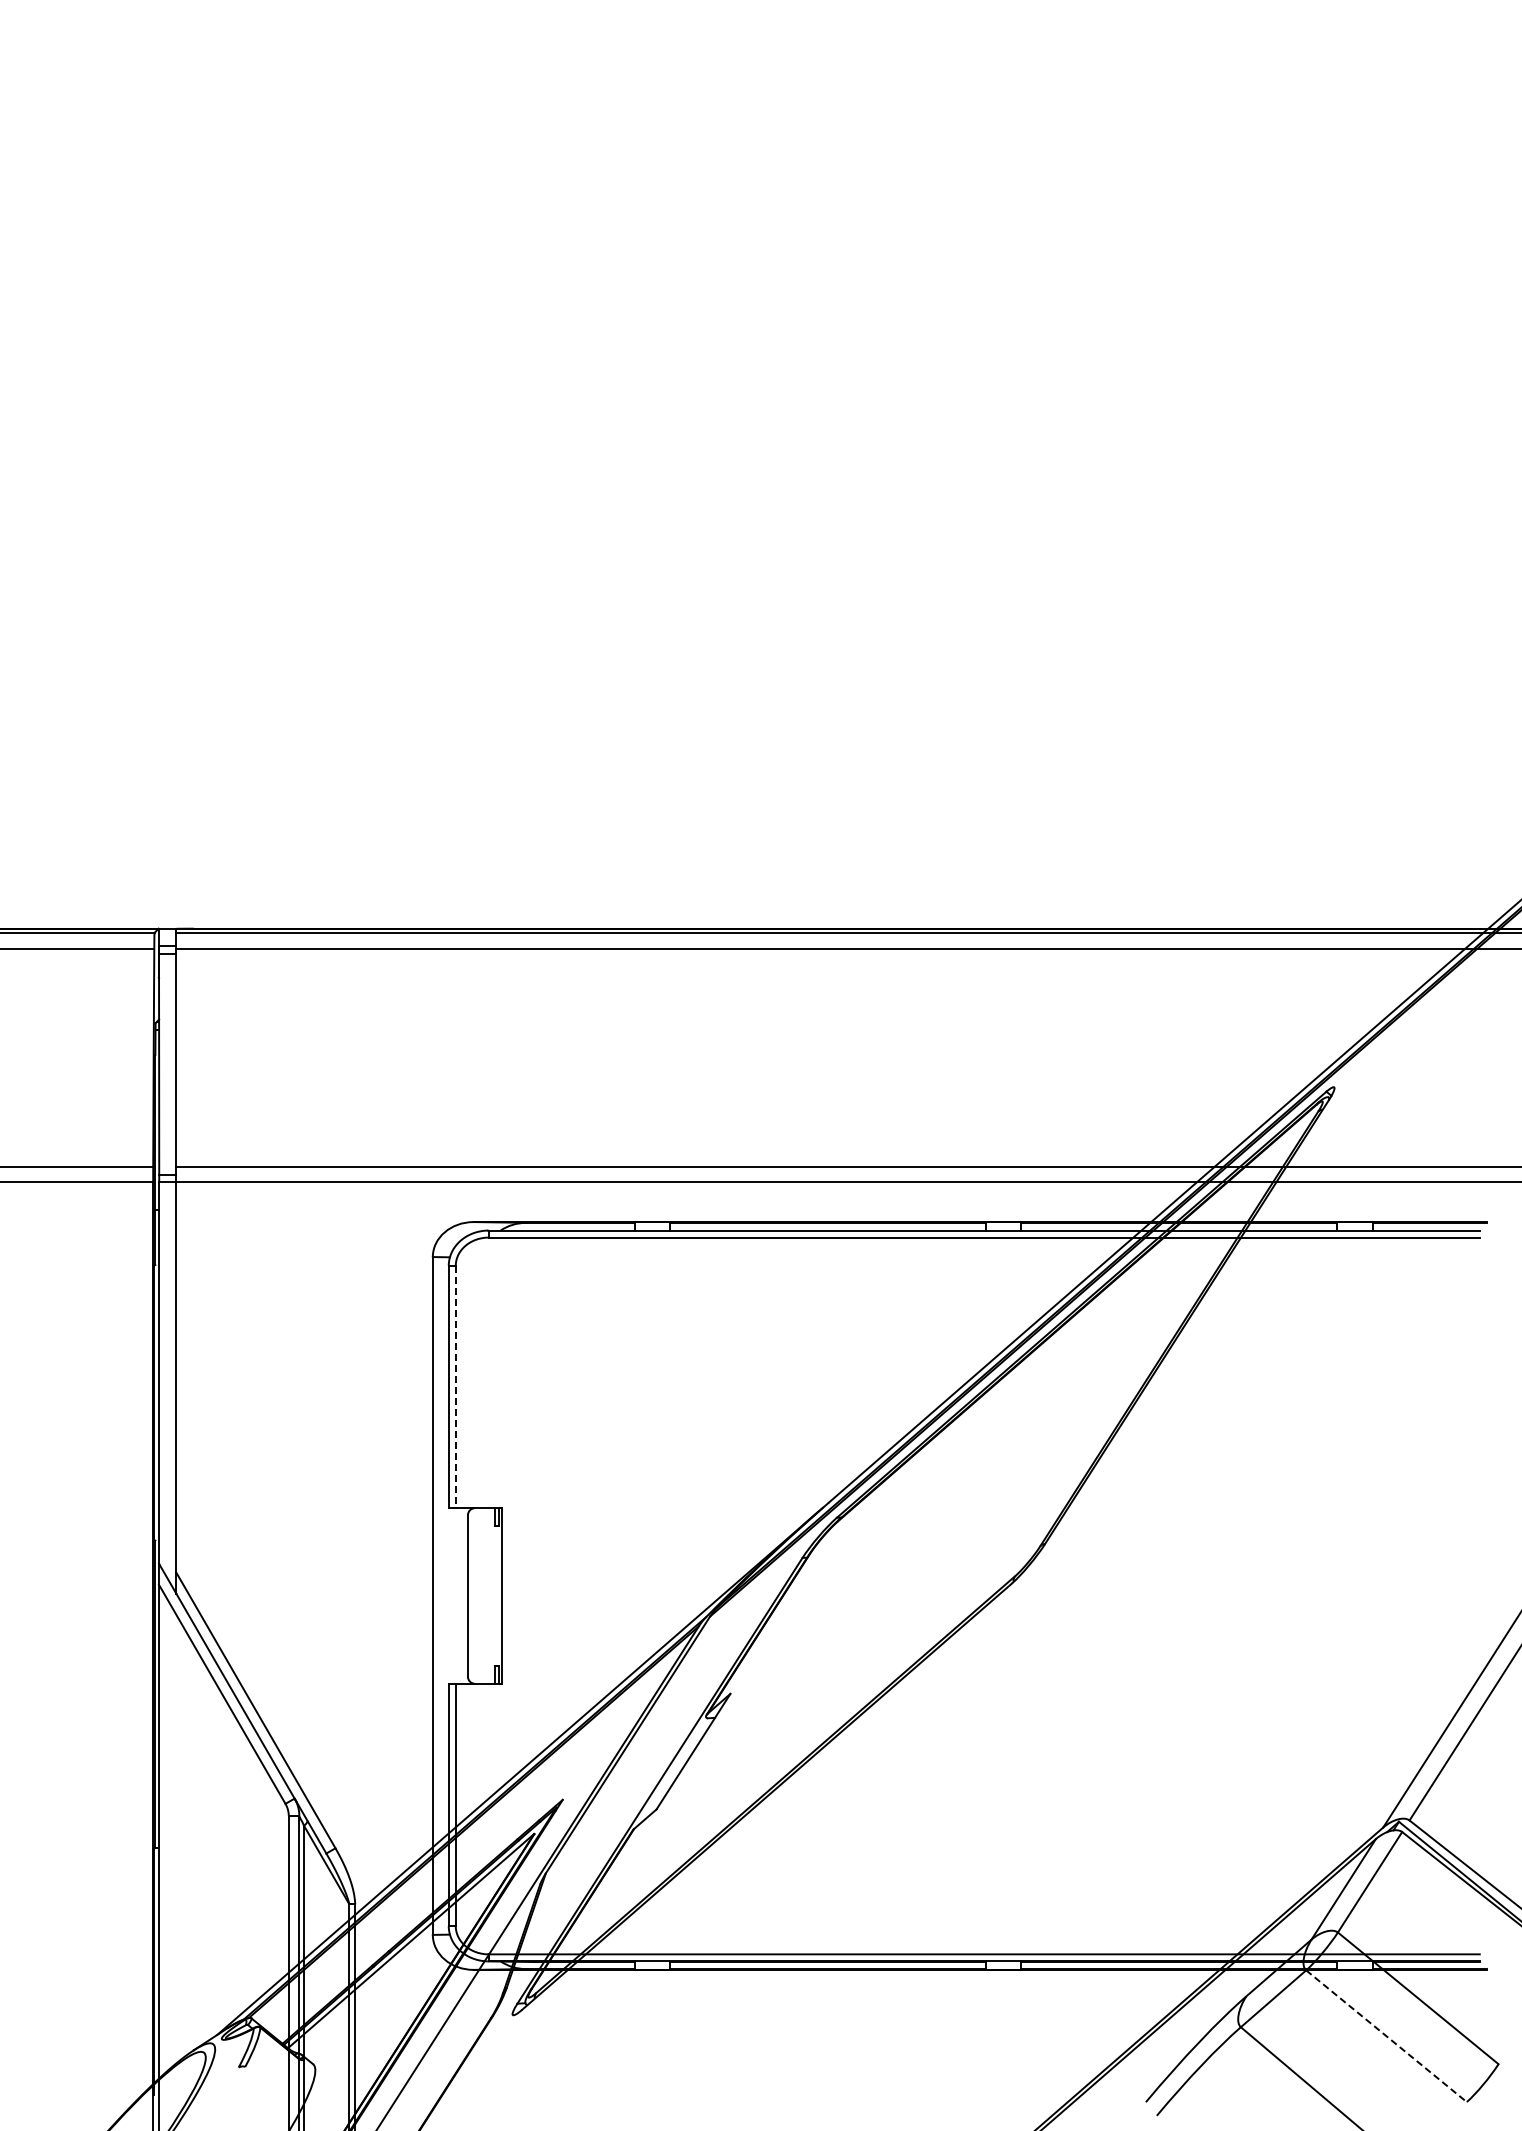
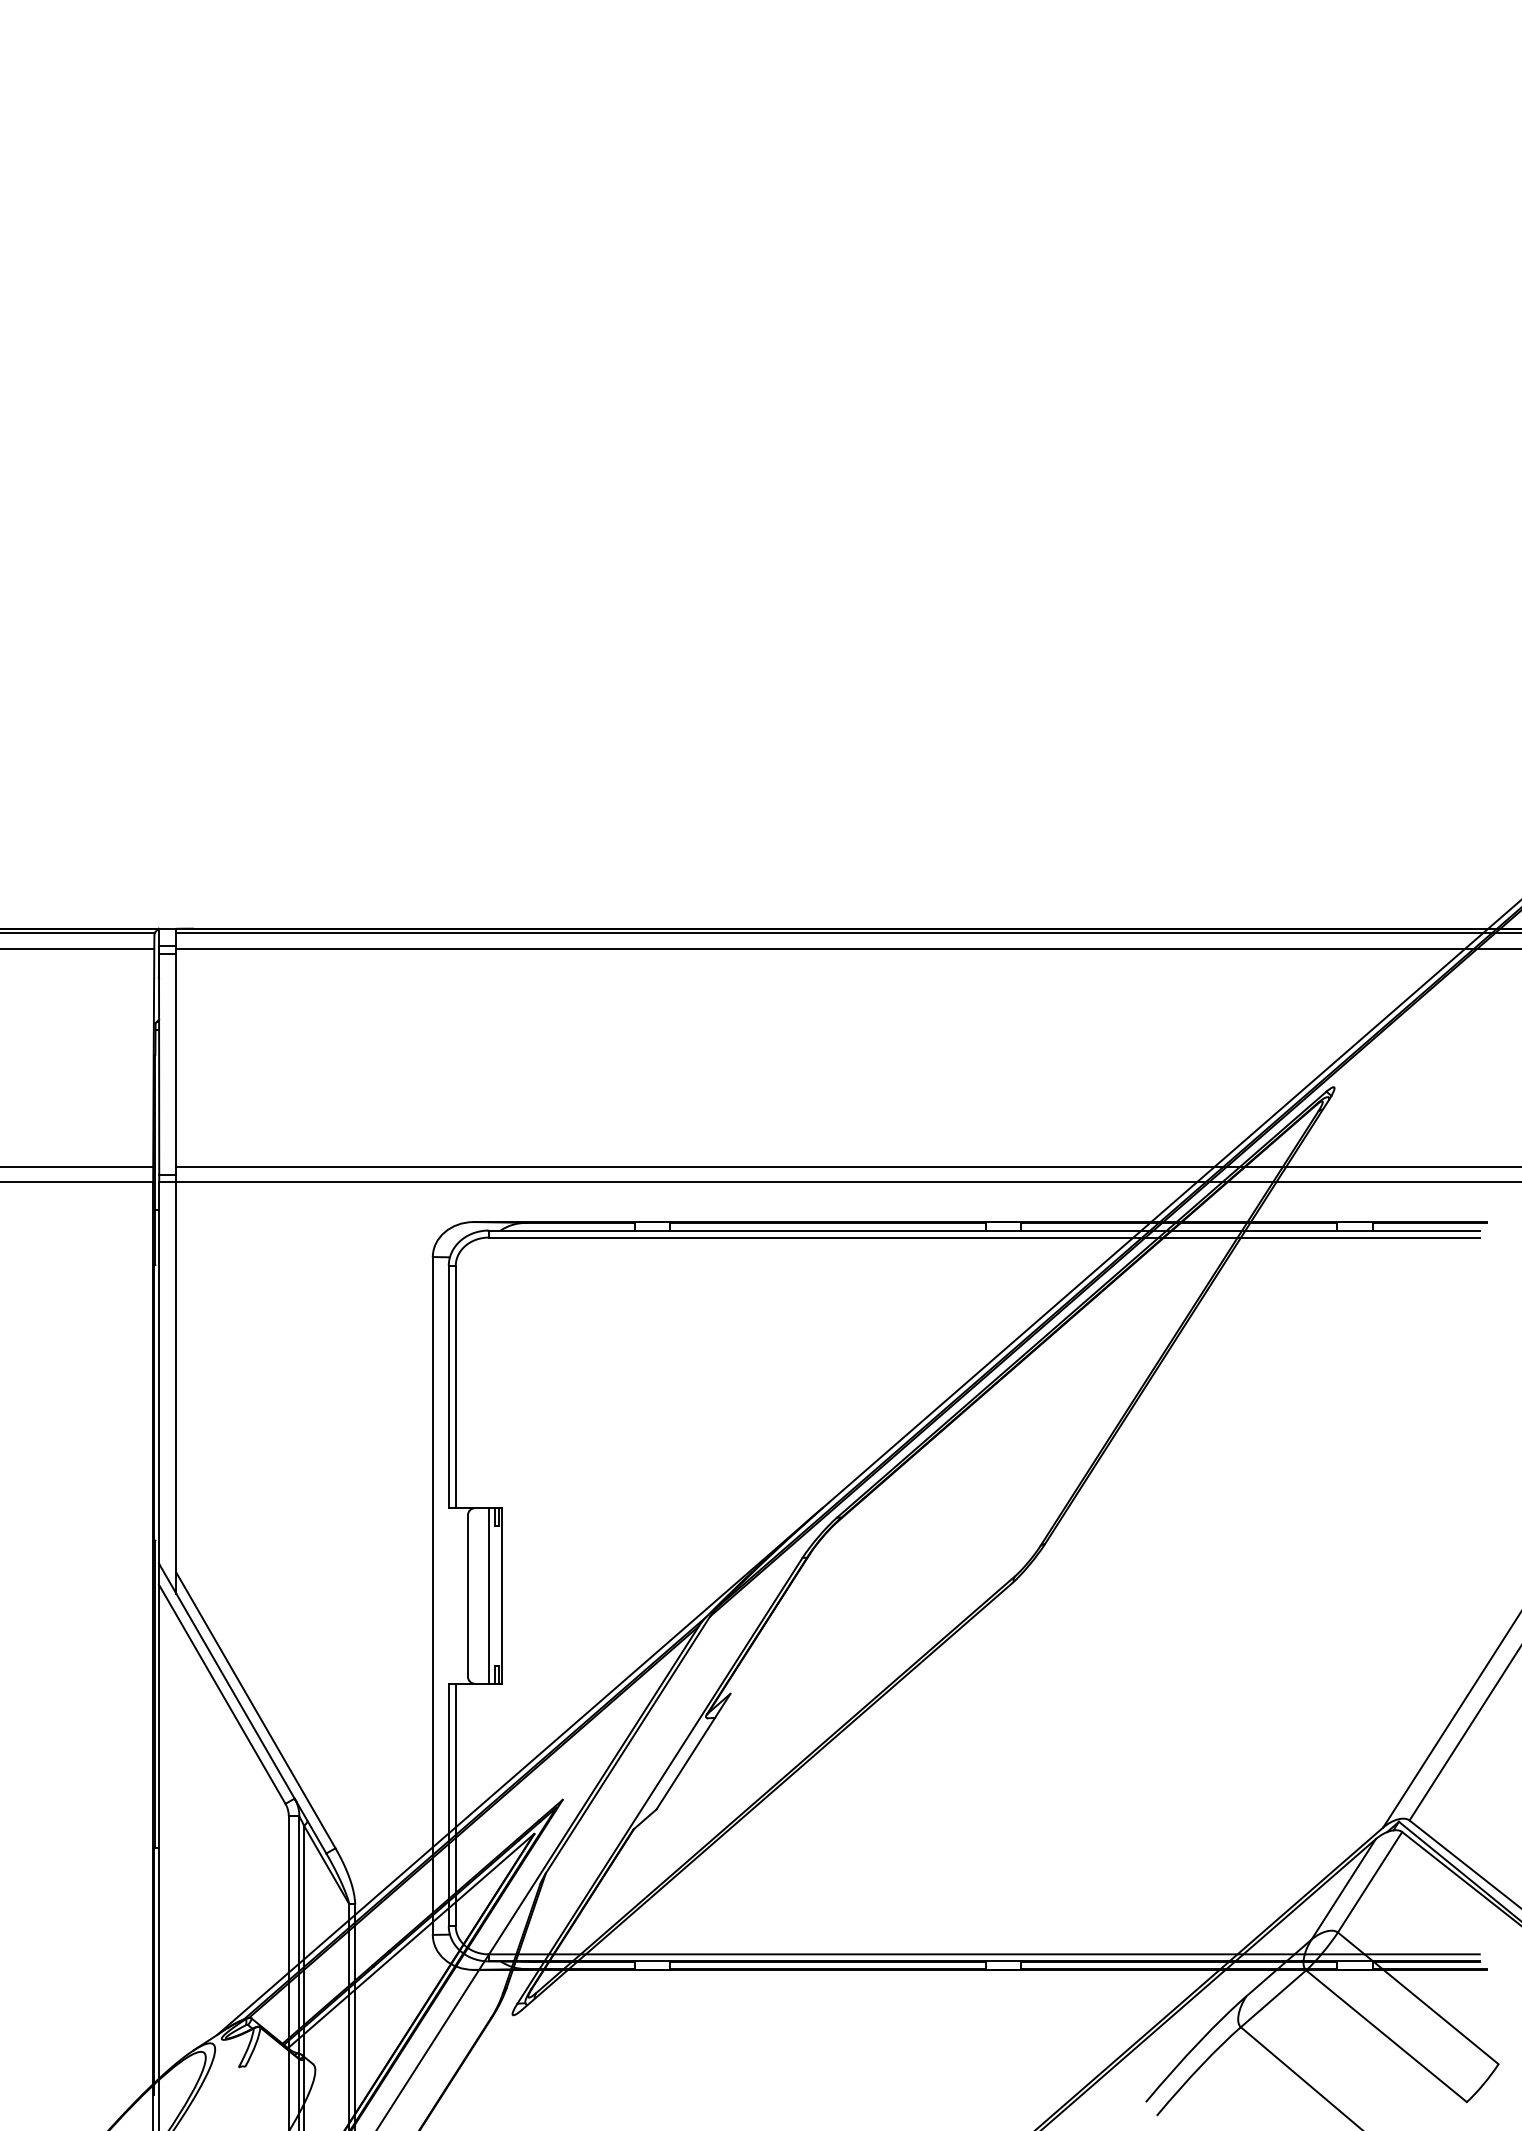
line at (455, 1387): dashed -> solid
line at (488, 1595): none -> present
line at (1386, 2036): dashed -> solid
